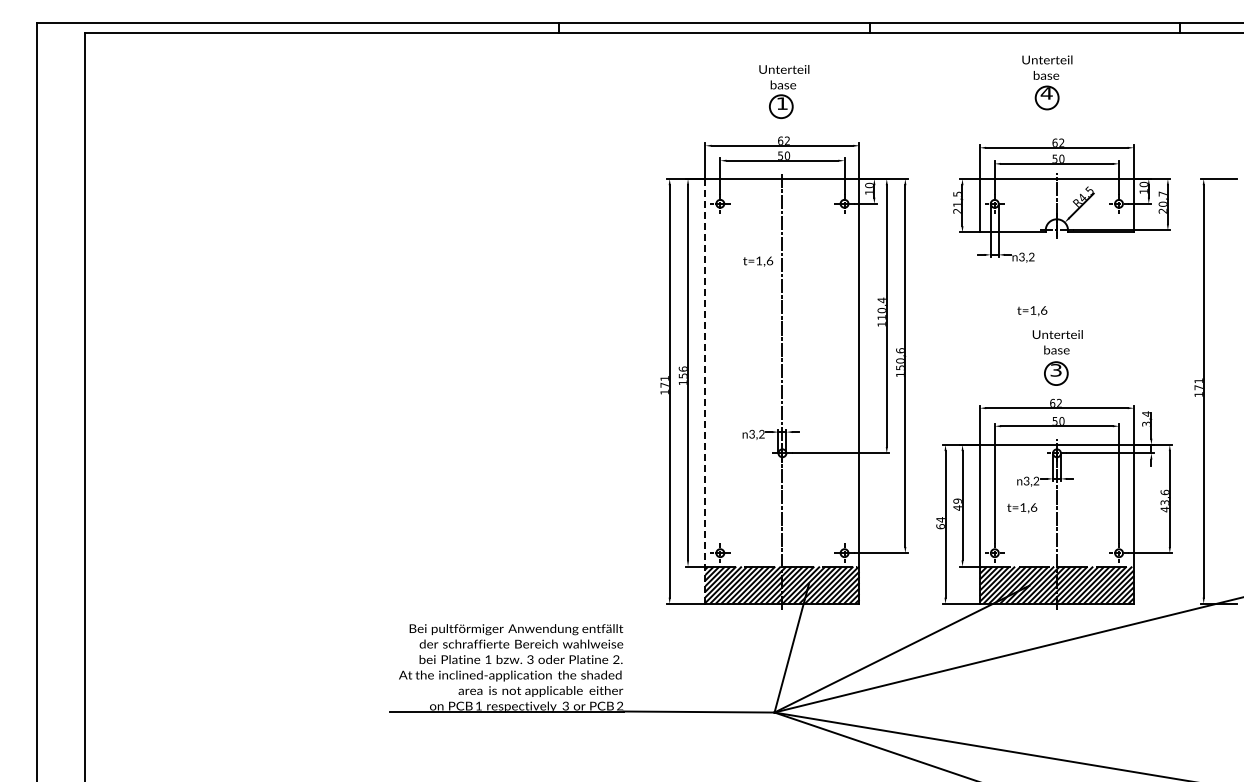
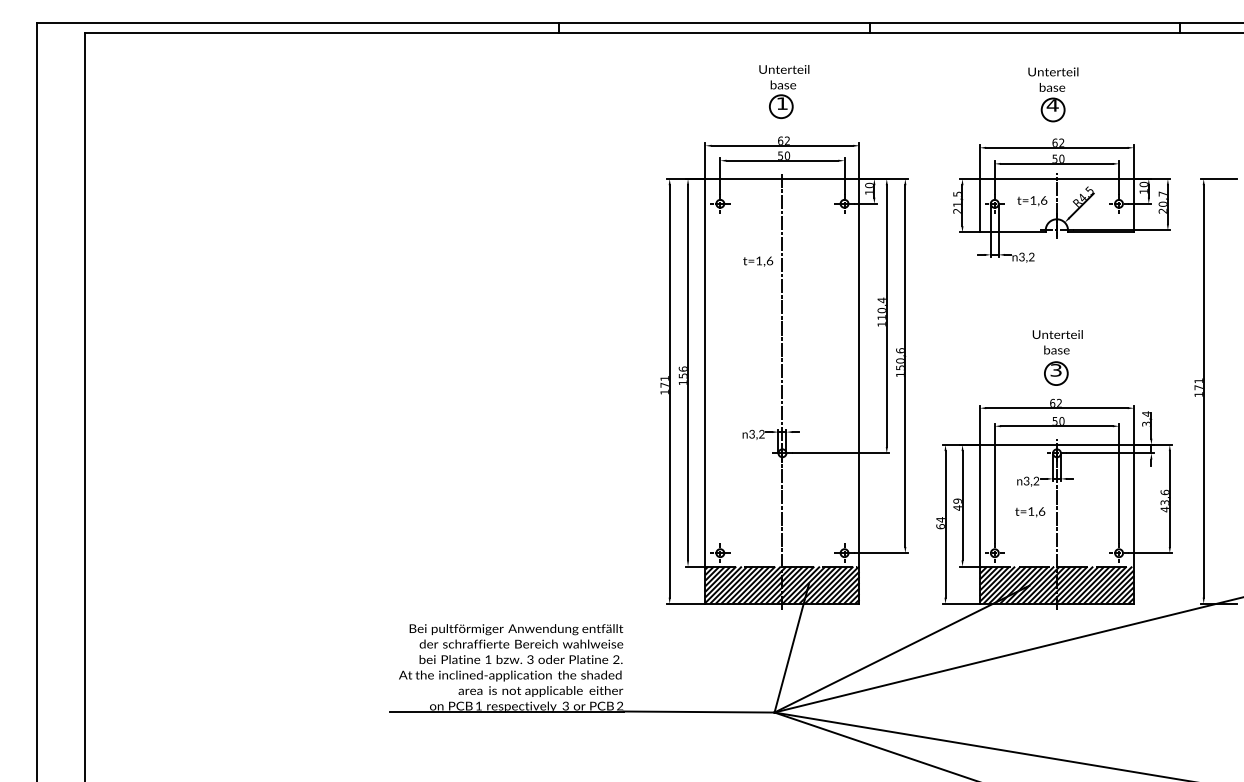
part at (1047, 82) position: (1047, 82) -> (1053, 94)
text at (1032, 311) position: (1032, 311) -> (1032, 201)
line at (705, 390): dashed -> solid
text at (1022, 508) position: (1022, 508) -> (1030, 512)
